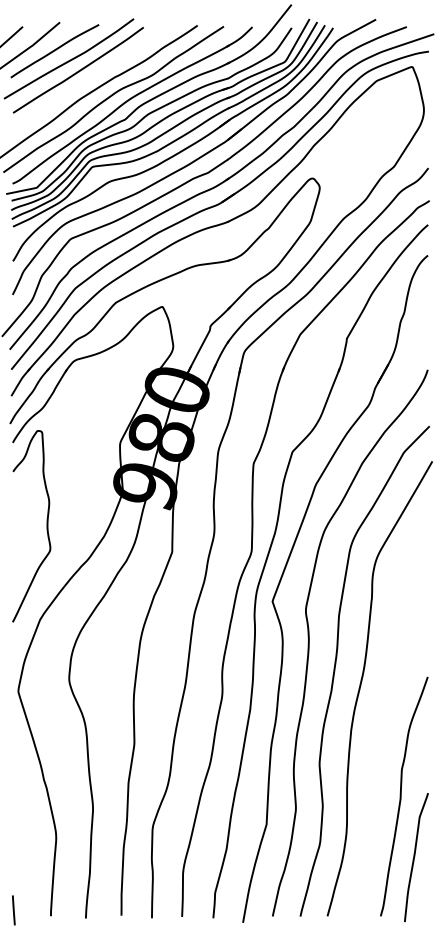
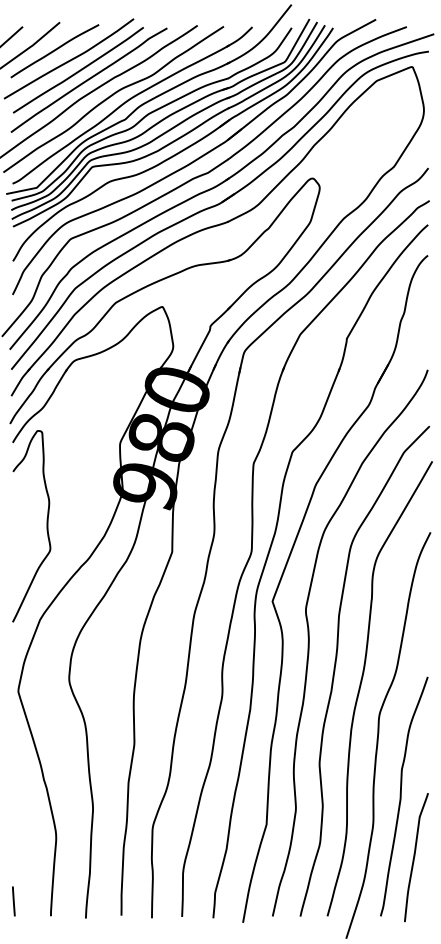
curve at (88, 79): none -> present
curve at (379, 733): none -> present
line at (13, 910) position: (13, 910) -> (13, 901)
